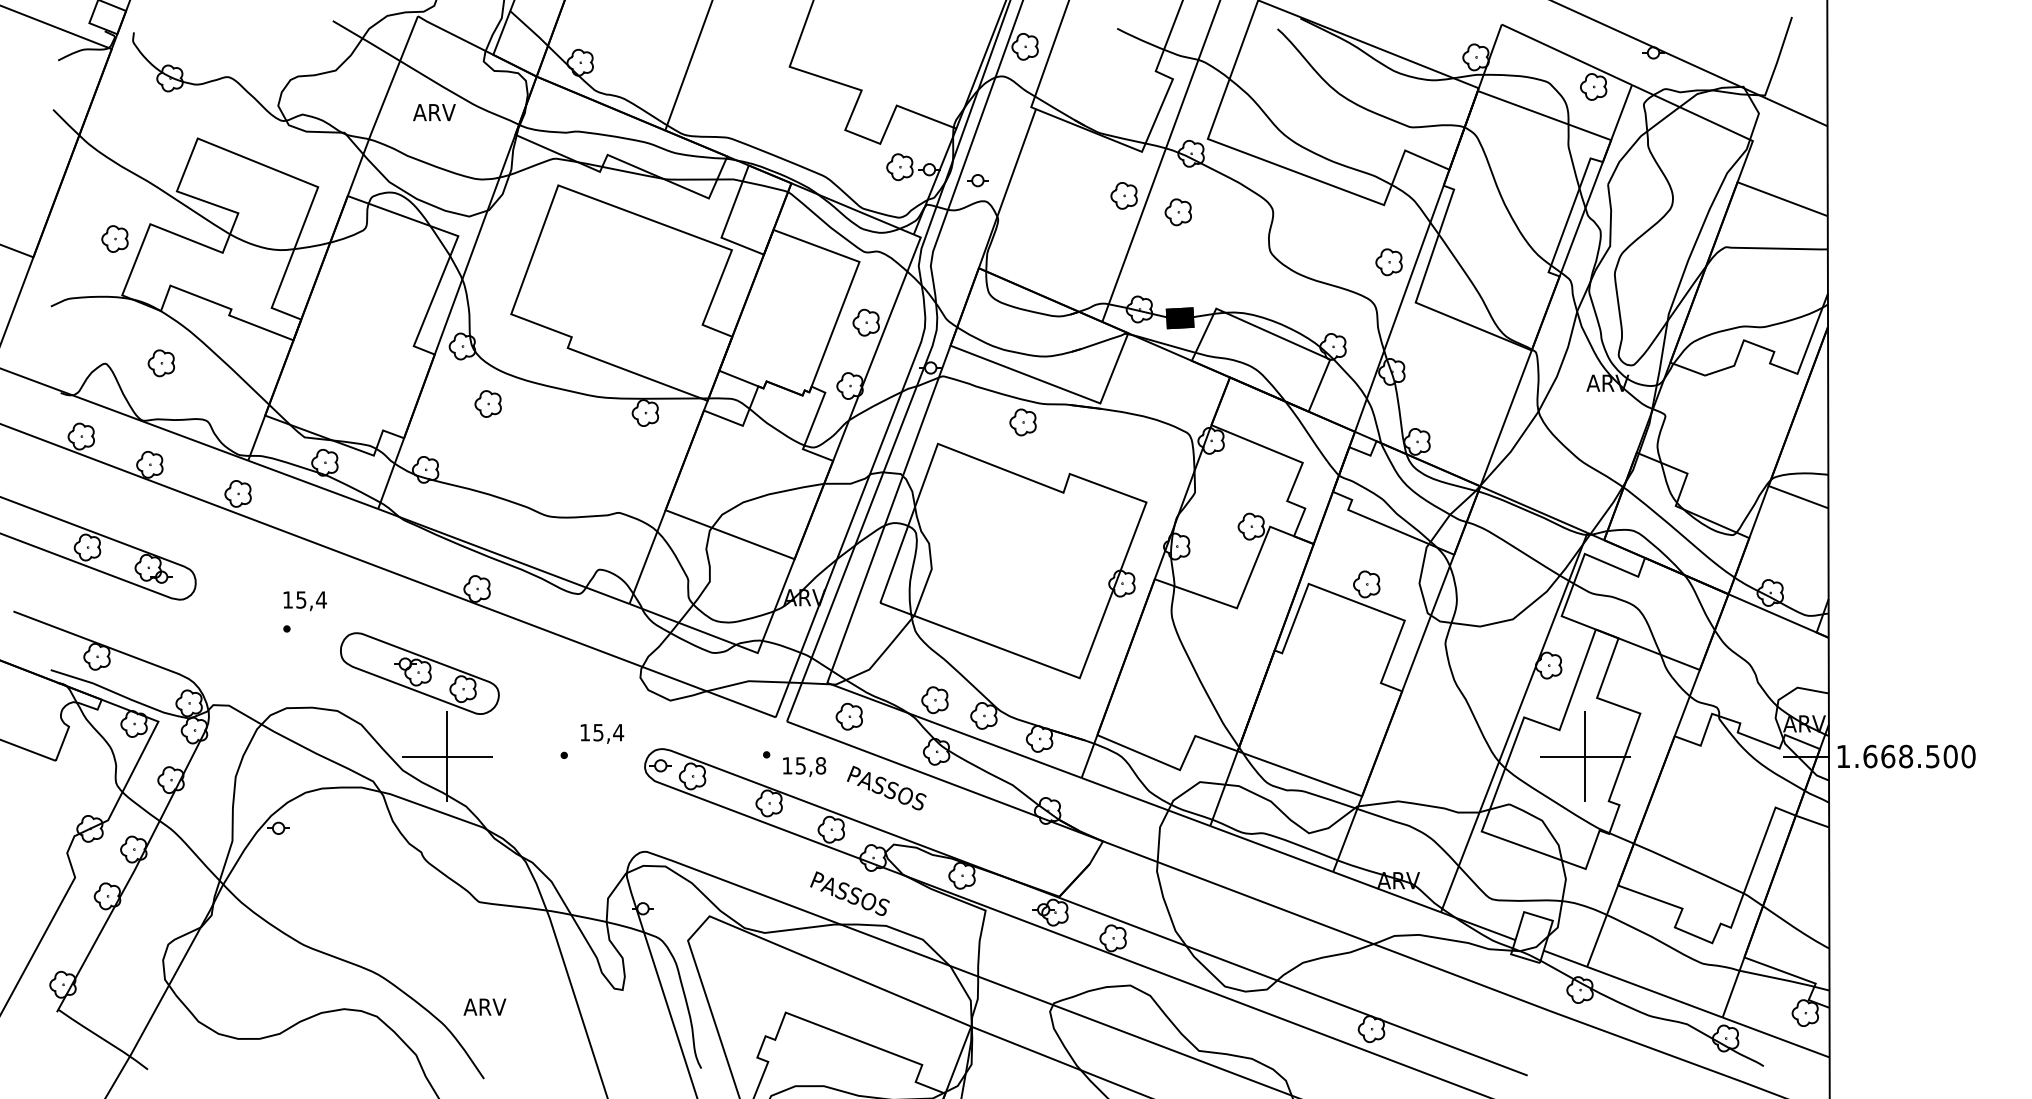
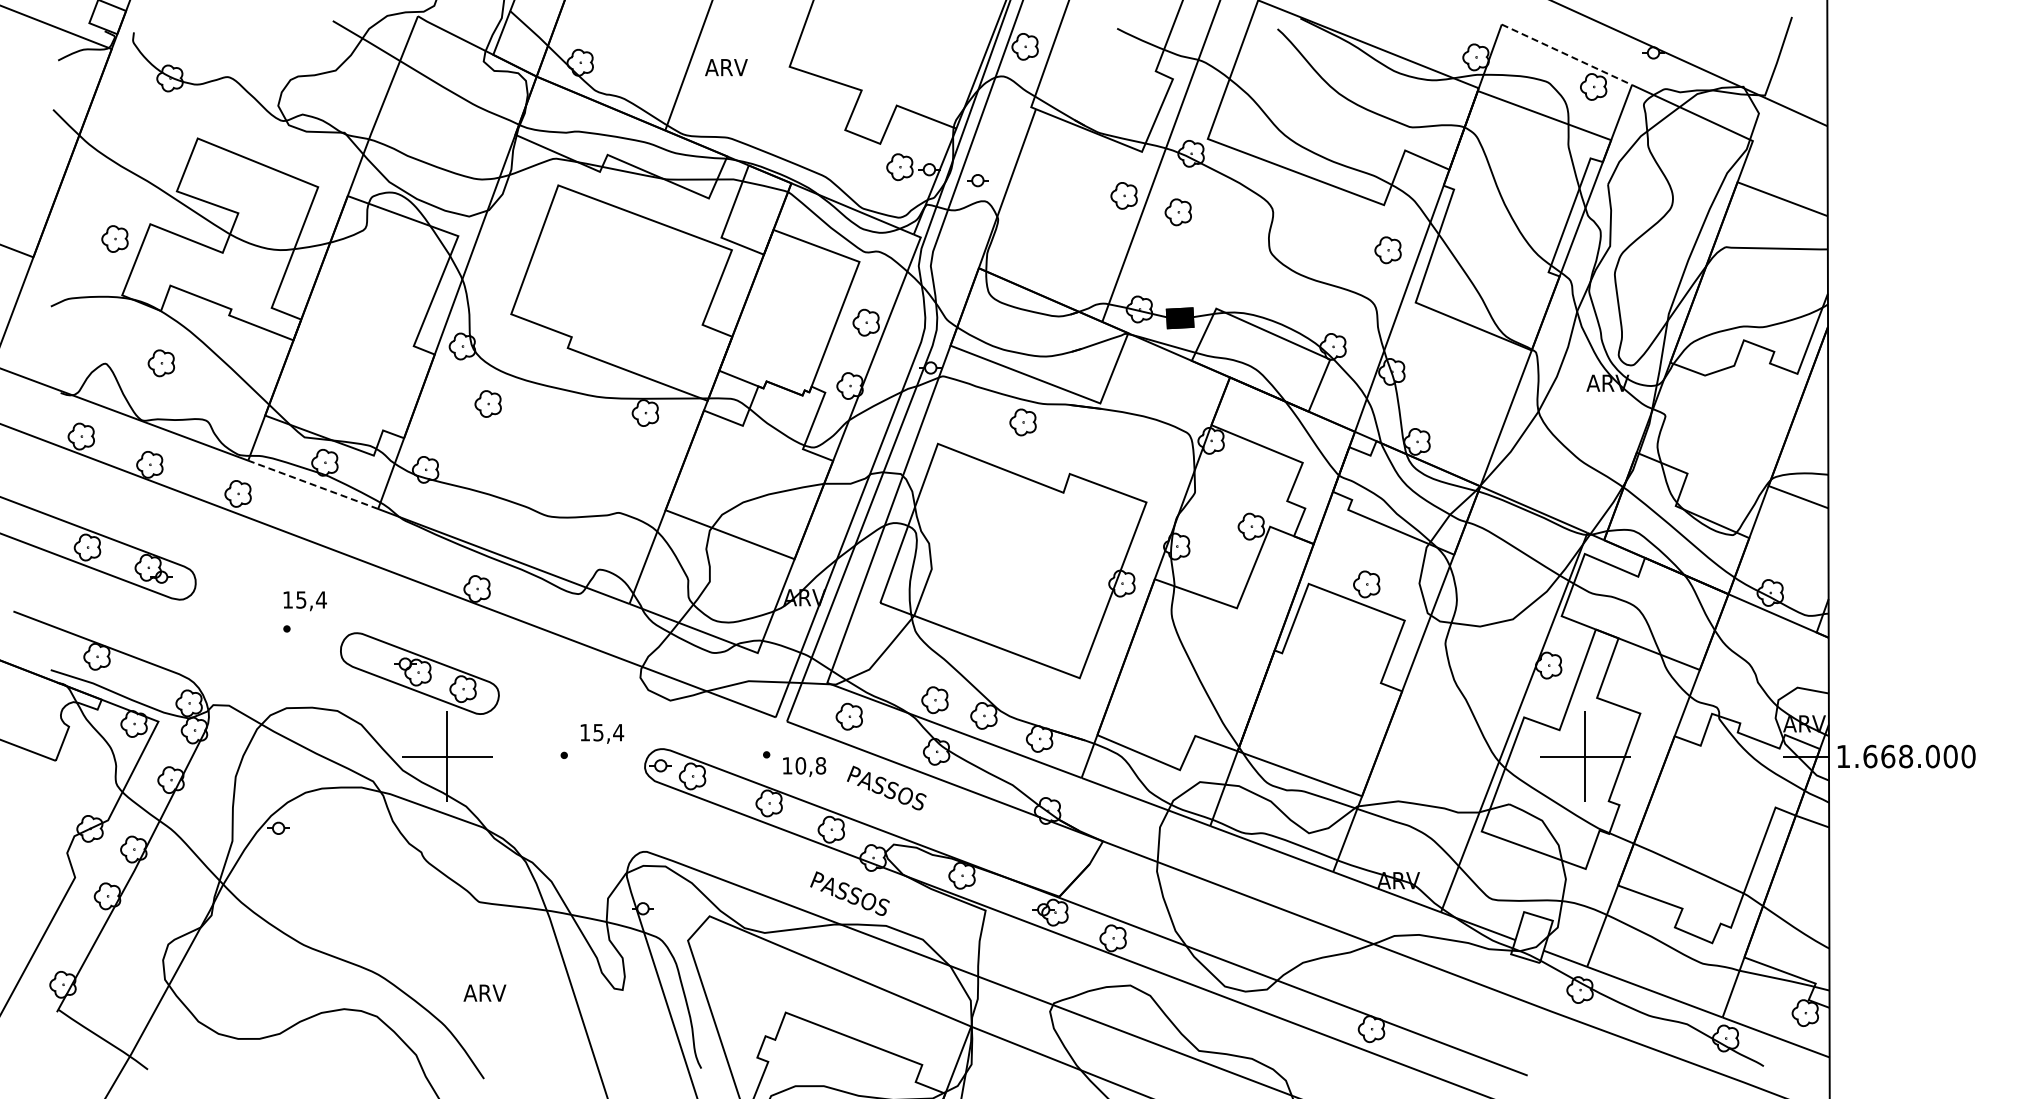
line at (1566, 54): solid -> dashed
text at (434, 112) position: (434, 112) -> (726, 67)
part at (1388, 262) position: (1388, 262) -> (1387, 250)
line at (312, 484): solid -> dashed
text at (1932, 756): 1.668.500 -> 1.668.000
text at (800, 765): 15,8 -> 10,8
text at (484, 1006) position: (484, 1006) -> (484, 992)
